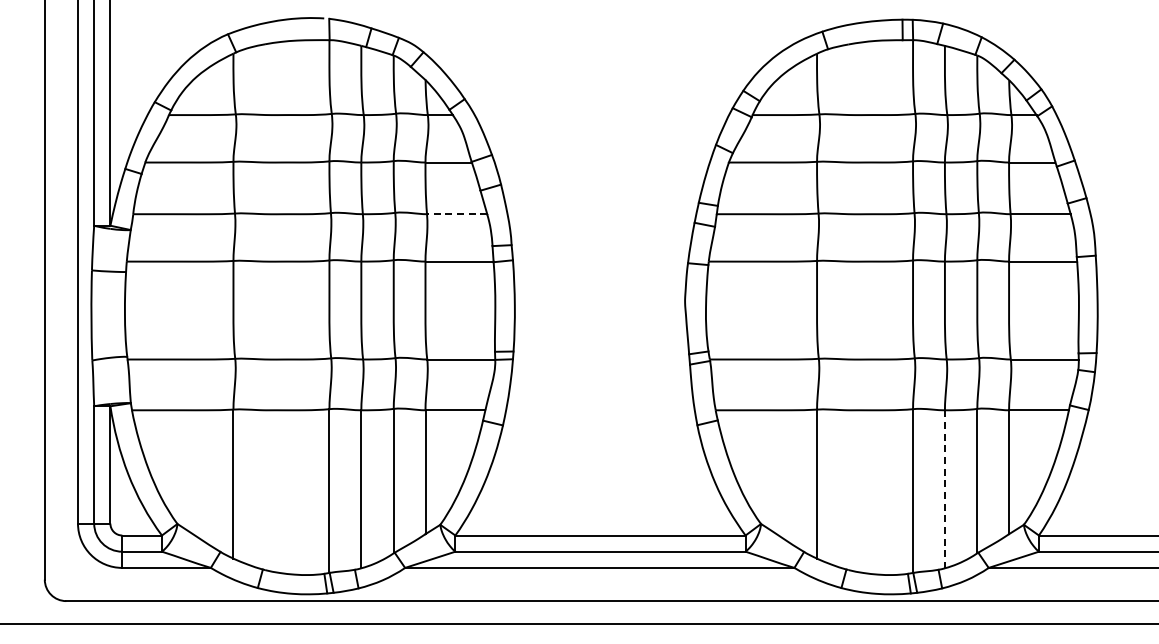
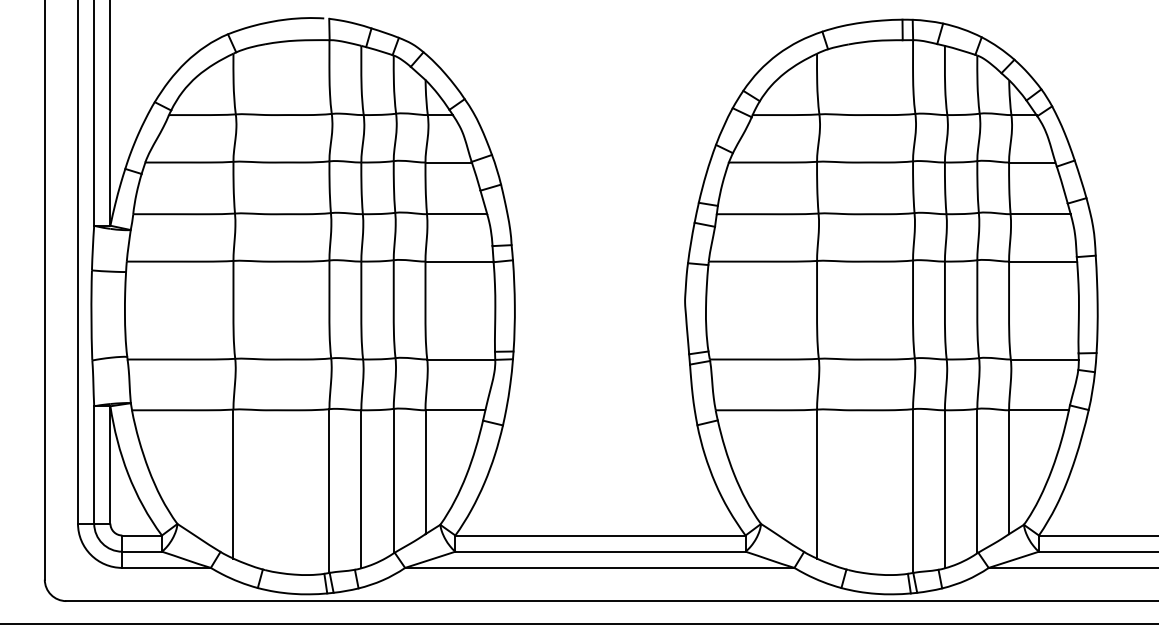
line at (456, 214): dashed -> solid
line at (944, 489): dashed -> solid
